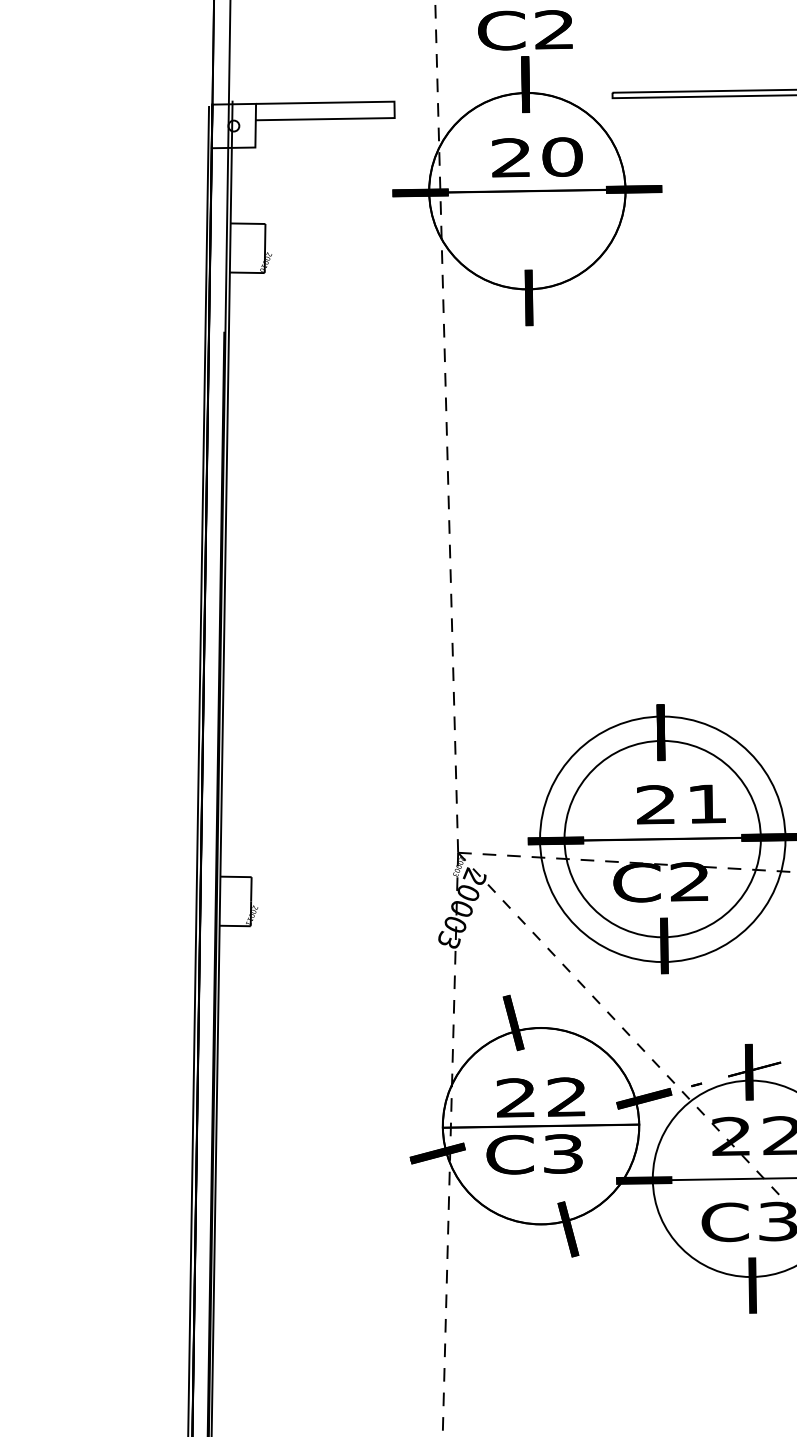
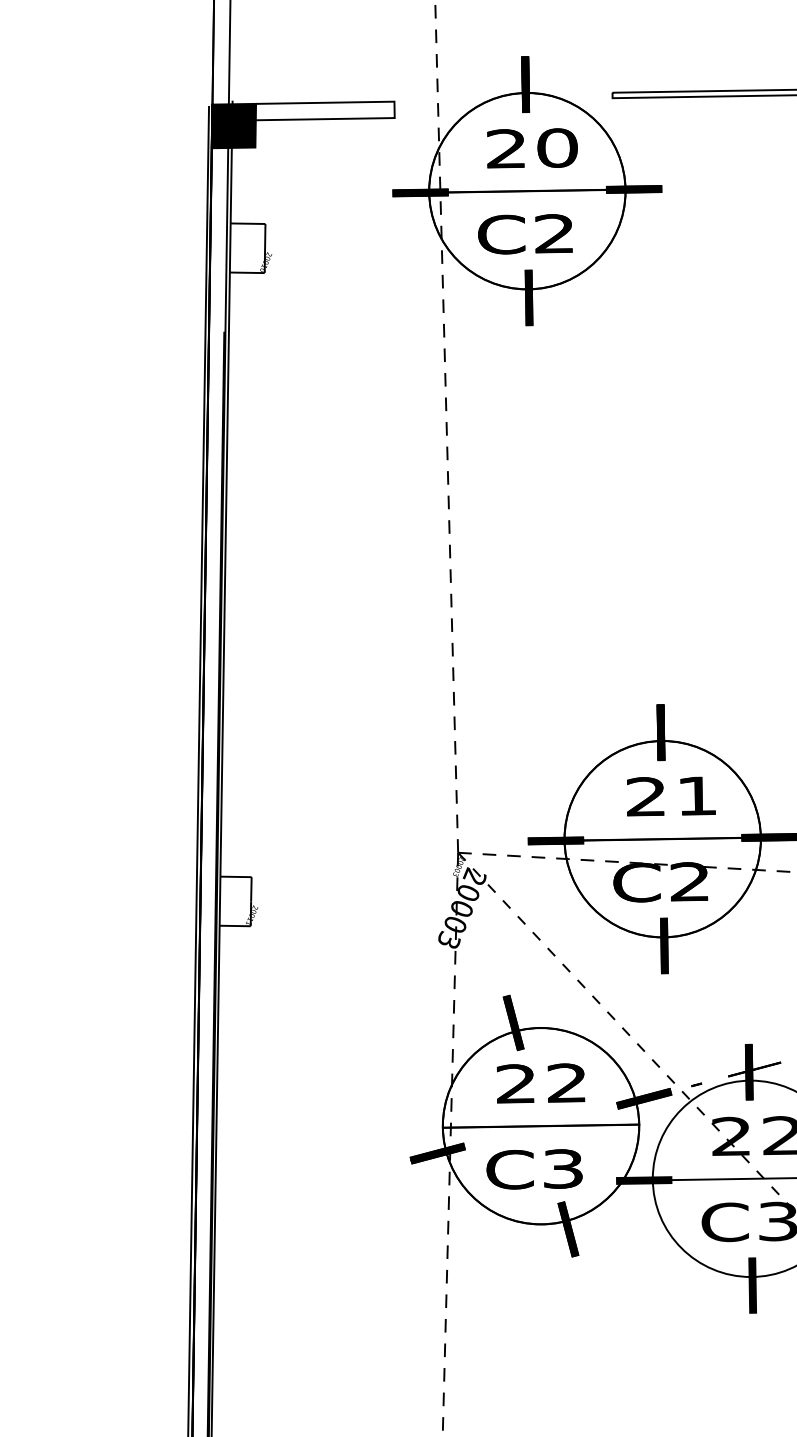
text at (525, 30) position: (525, 30) -> (525, 234)
fill at (233, 125): none -> present
text at (537, 157) position: (537, 157) -> (532, 148)
text at (681, 804) position: (681, 804) -> (671, 796)
circle at (662, 839) diameter: 245 px -> 196 px
text at (540, 1097) position: (540, 1097) -> (540, 1083)
text at (534, 1154) position: (534, 1154) -> (534, 1169)
